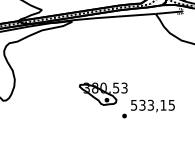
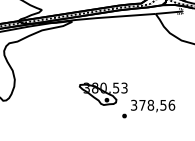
text at (153, 104): 533,15 -> 378,56
